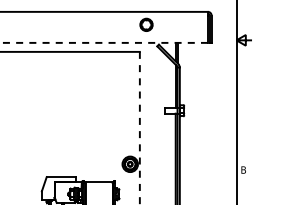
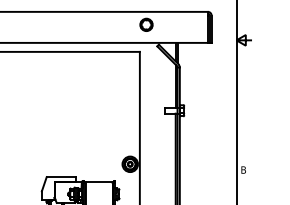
line at (104, 42): dashed -> solid
line at (139, 128): dashed -> solid
